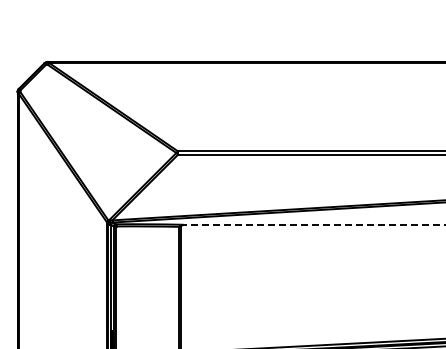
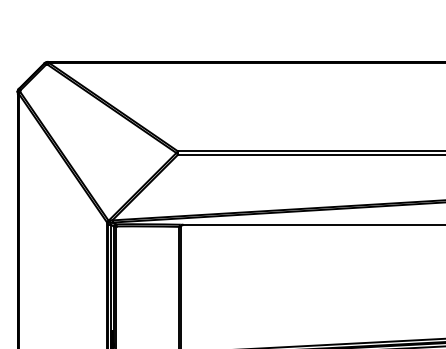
line at (313, 225): dashed -> solid
